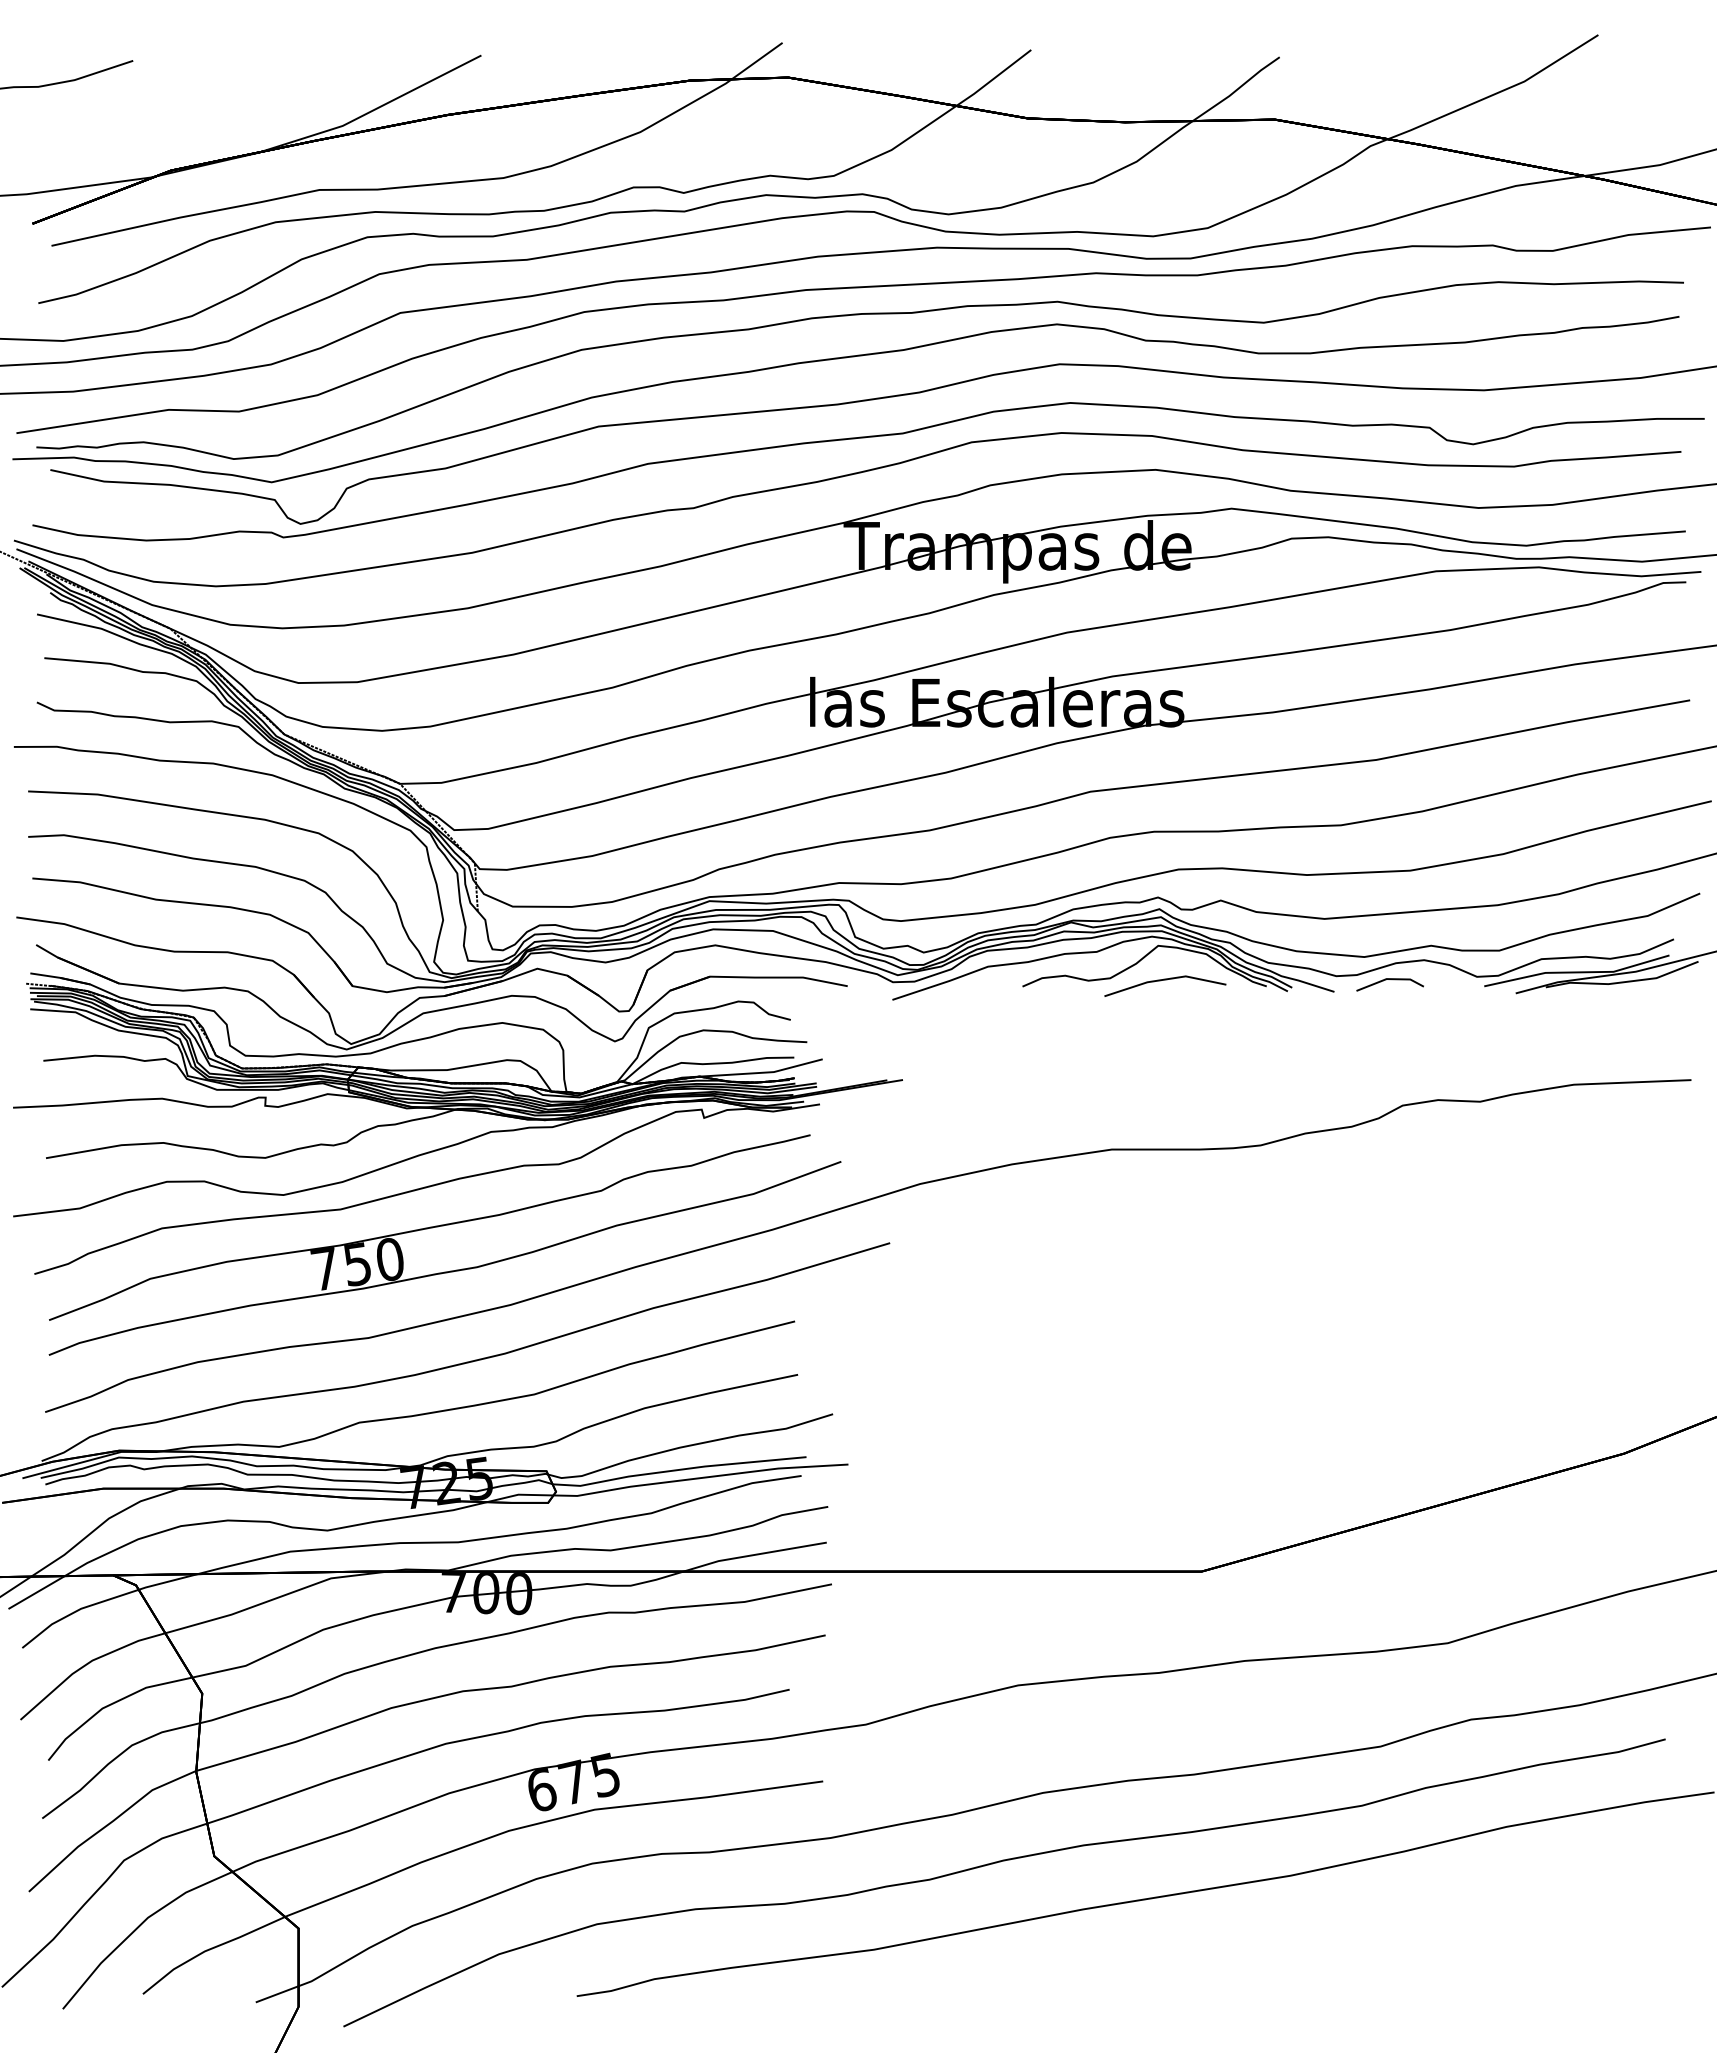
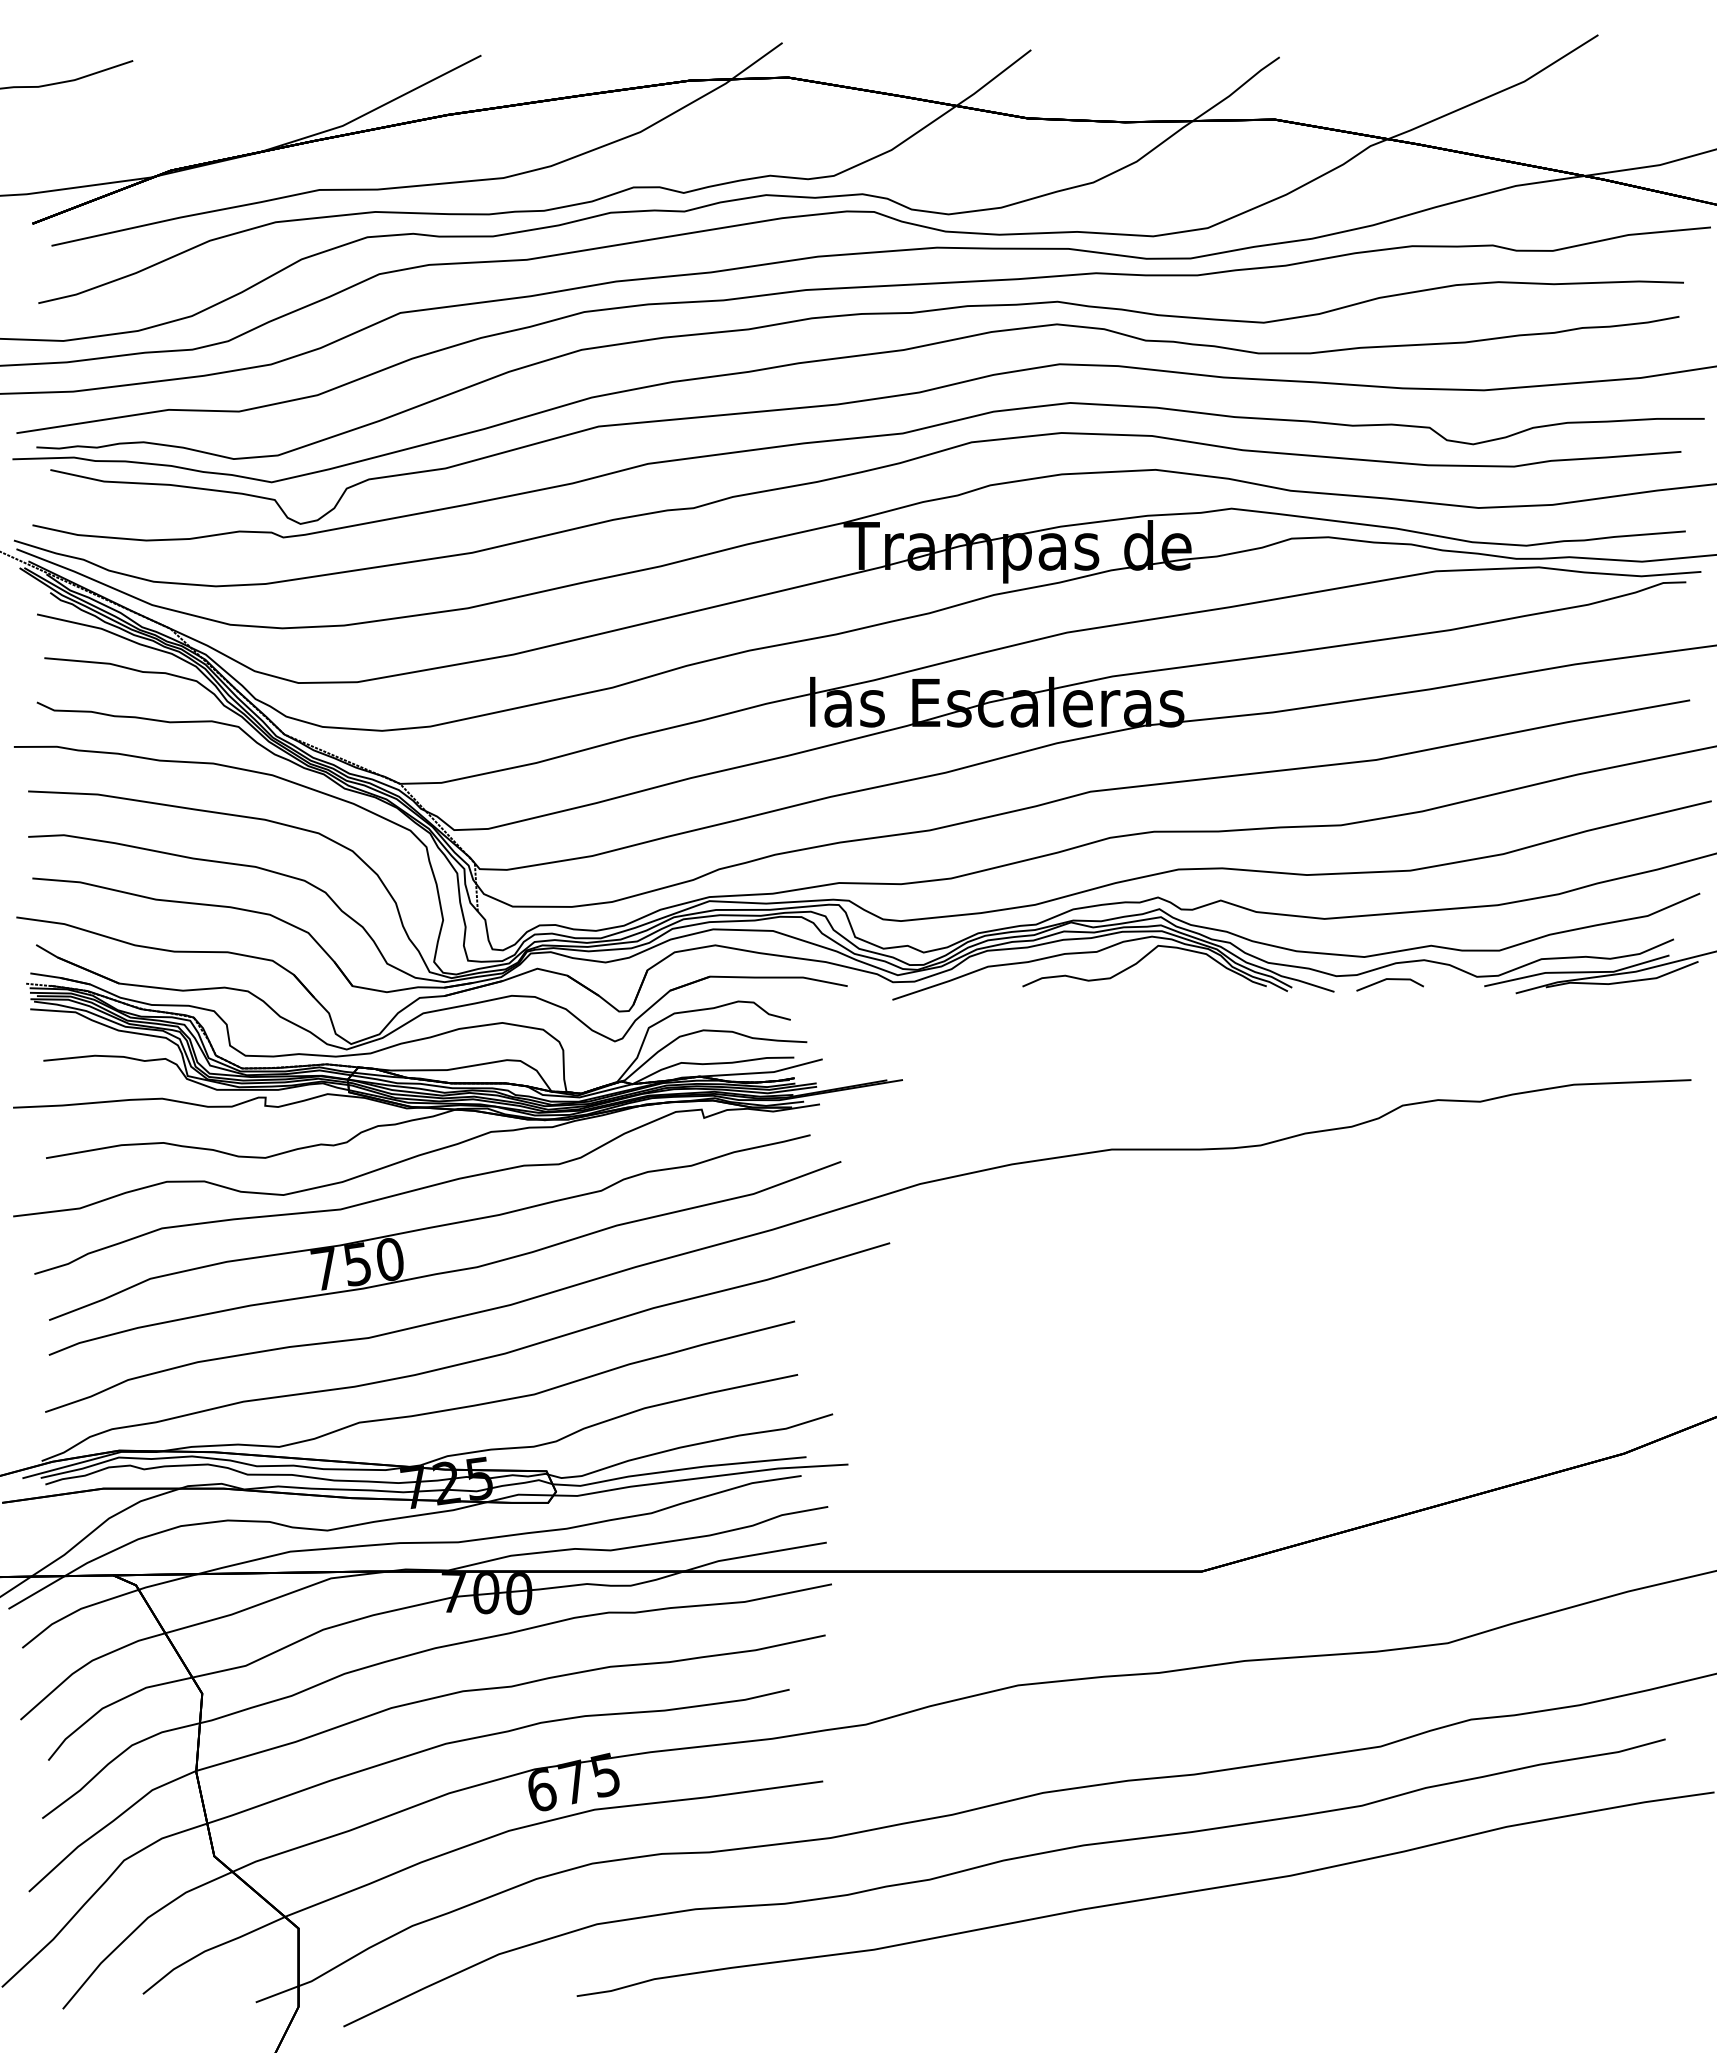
line at (1165, 980): present -> none
